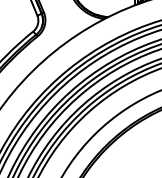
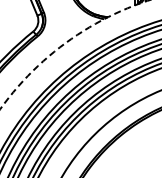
arc at (66, 42): solid -> dashed
